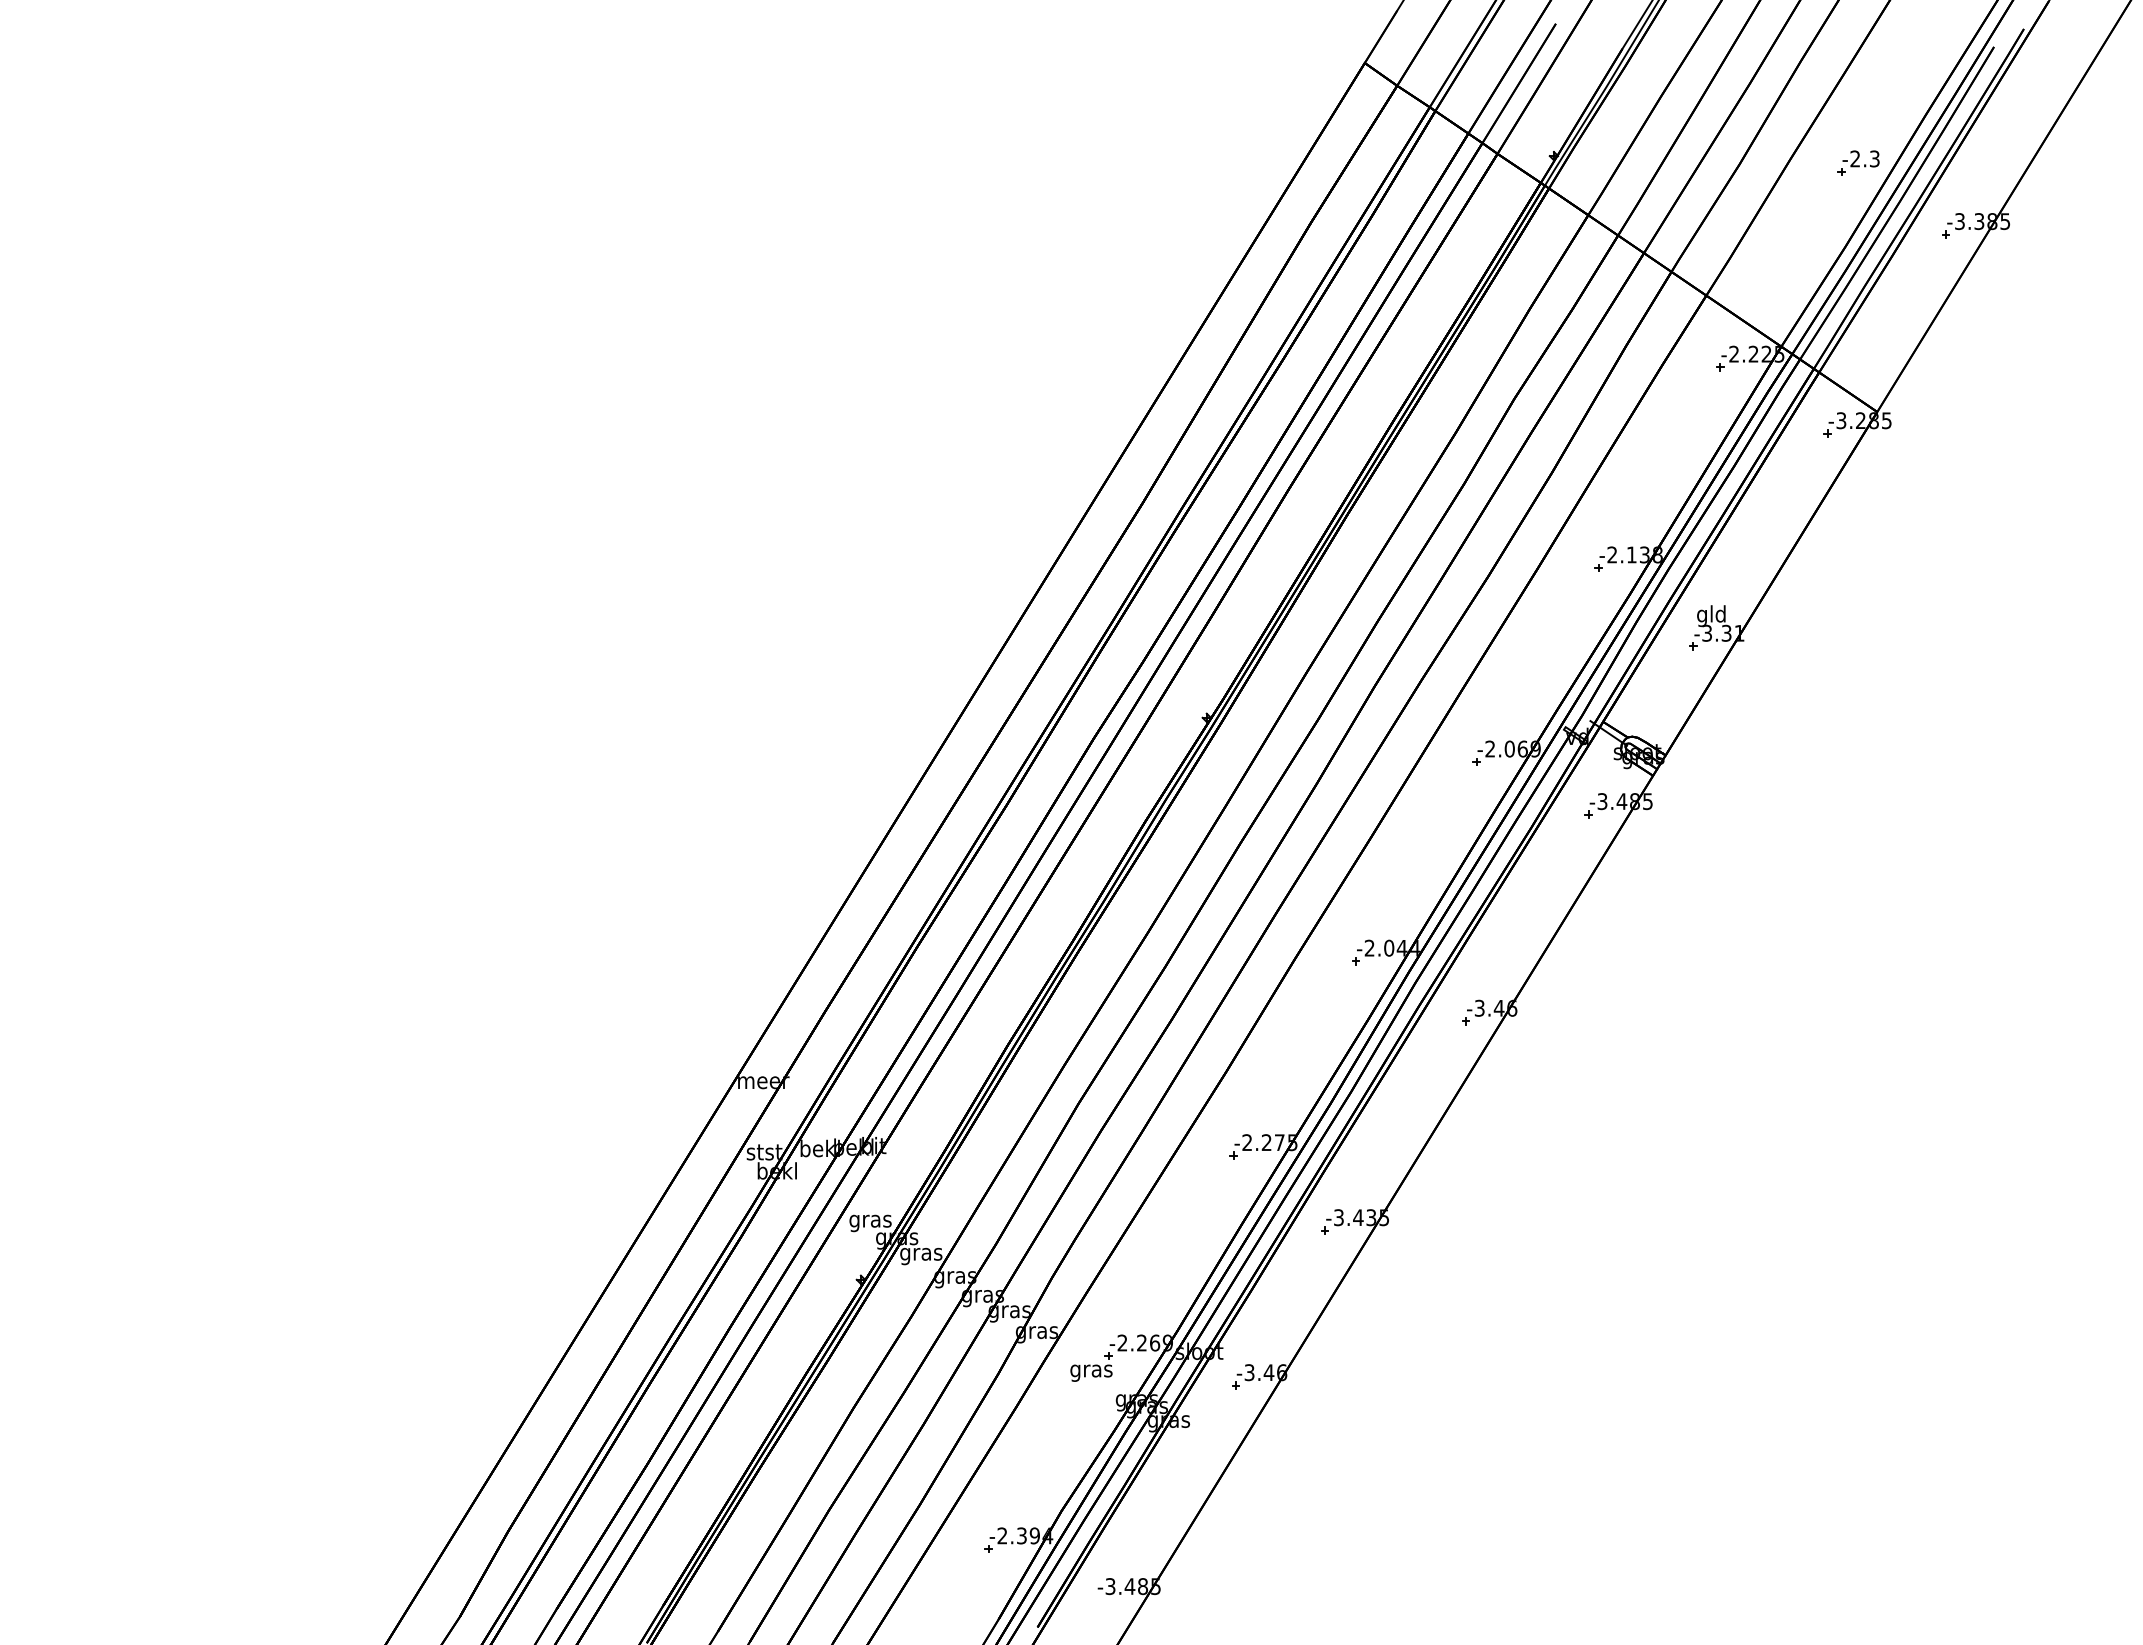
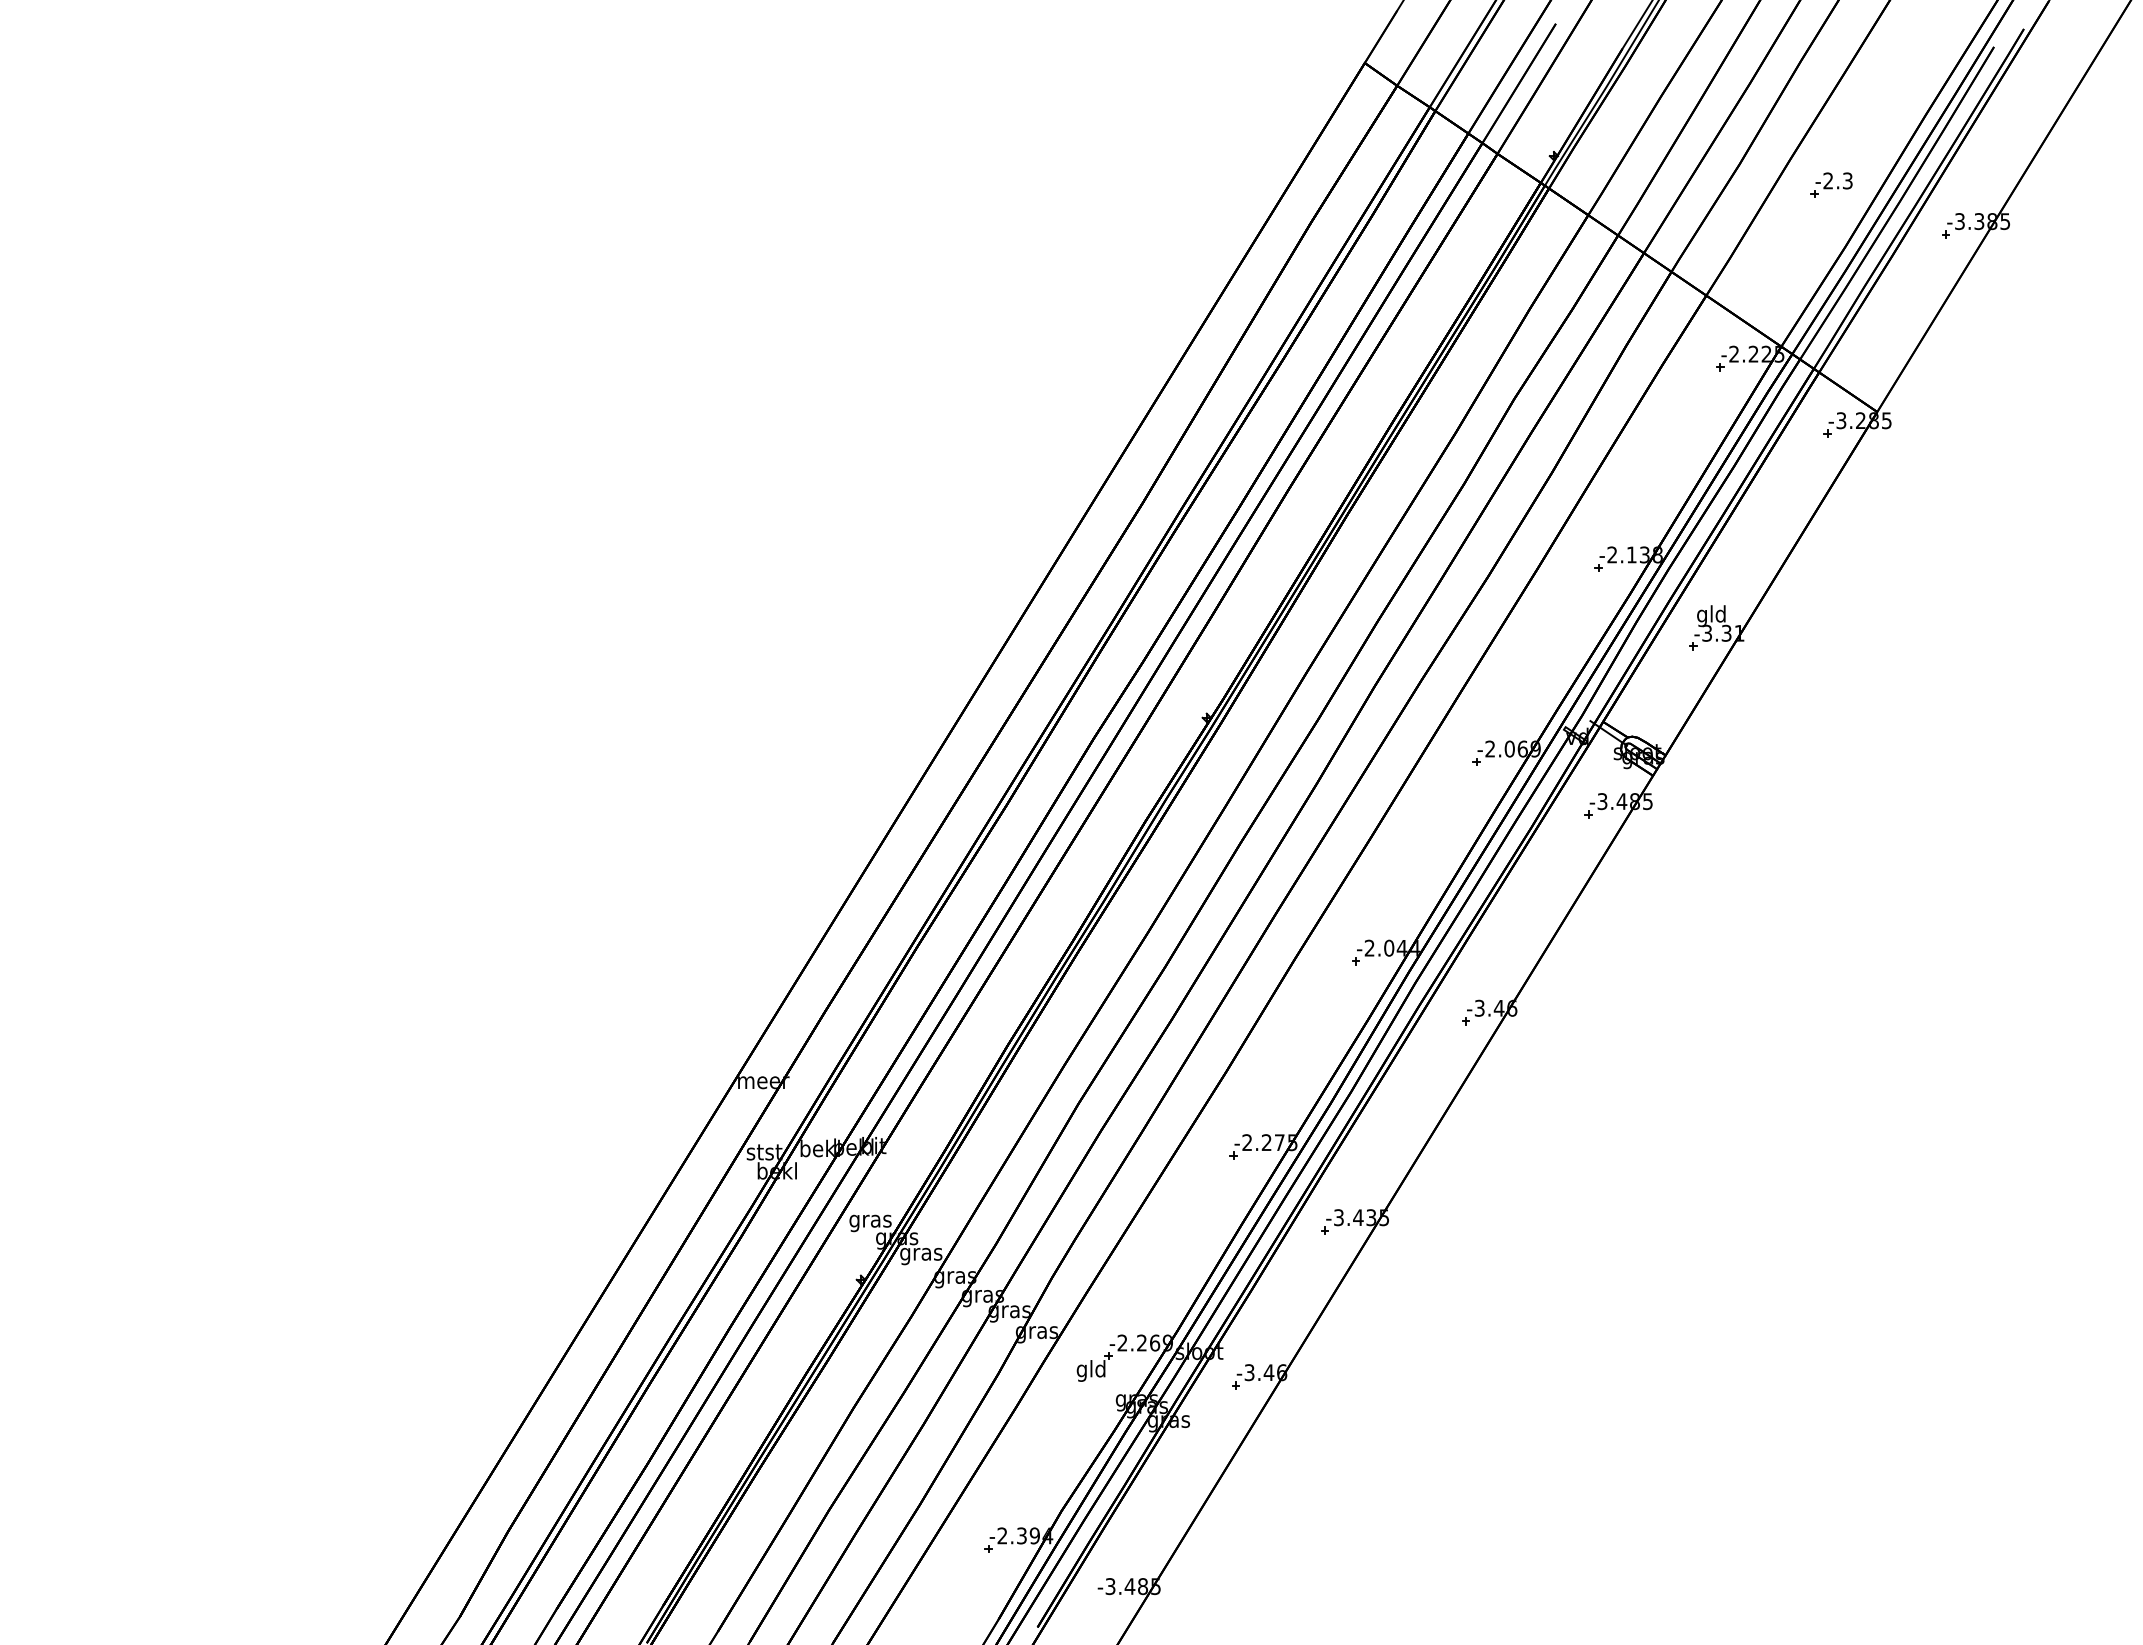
part at (1858, 162) position: (1858, 162) -> (1831, 184)
text at (1091, 1370): gras -> gld
